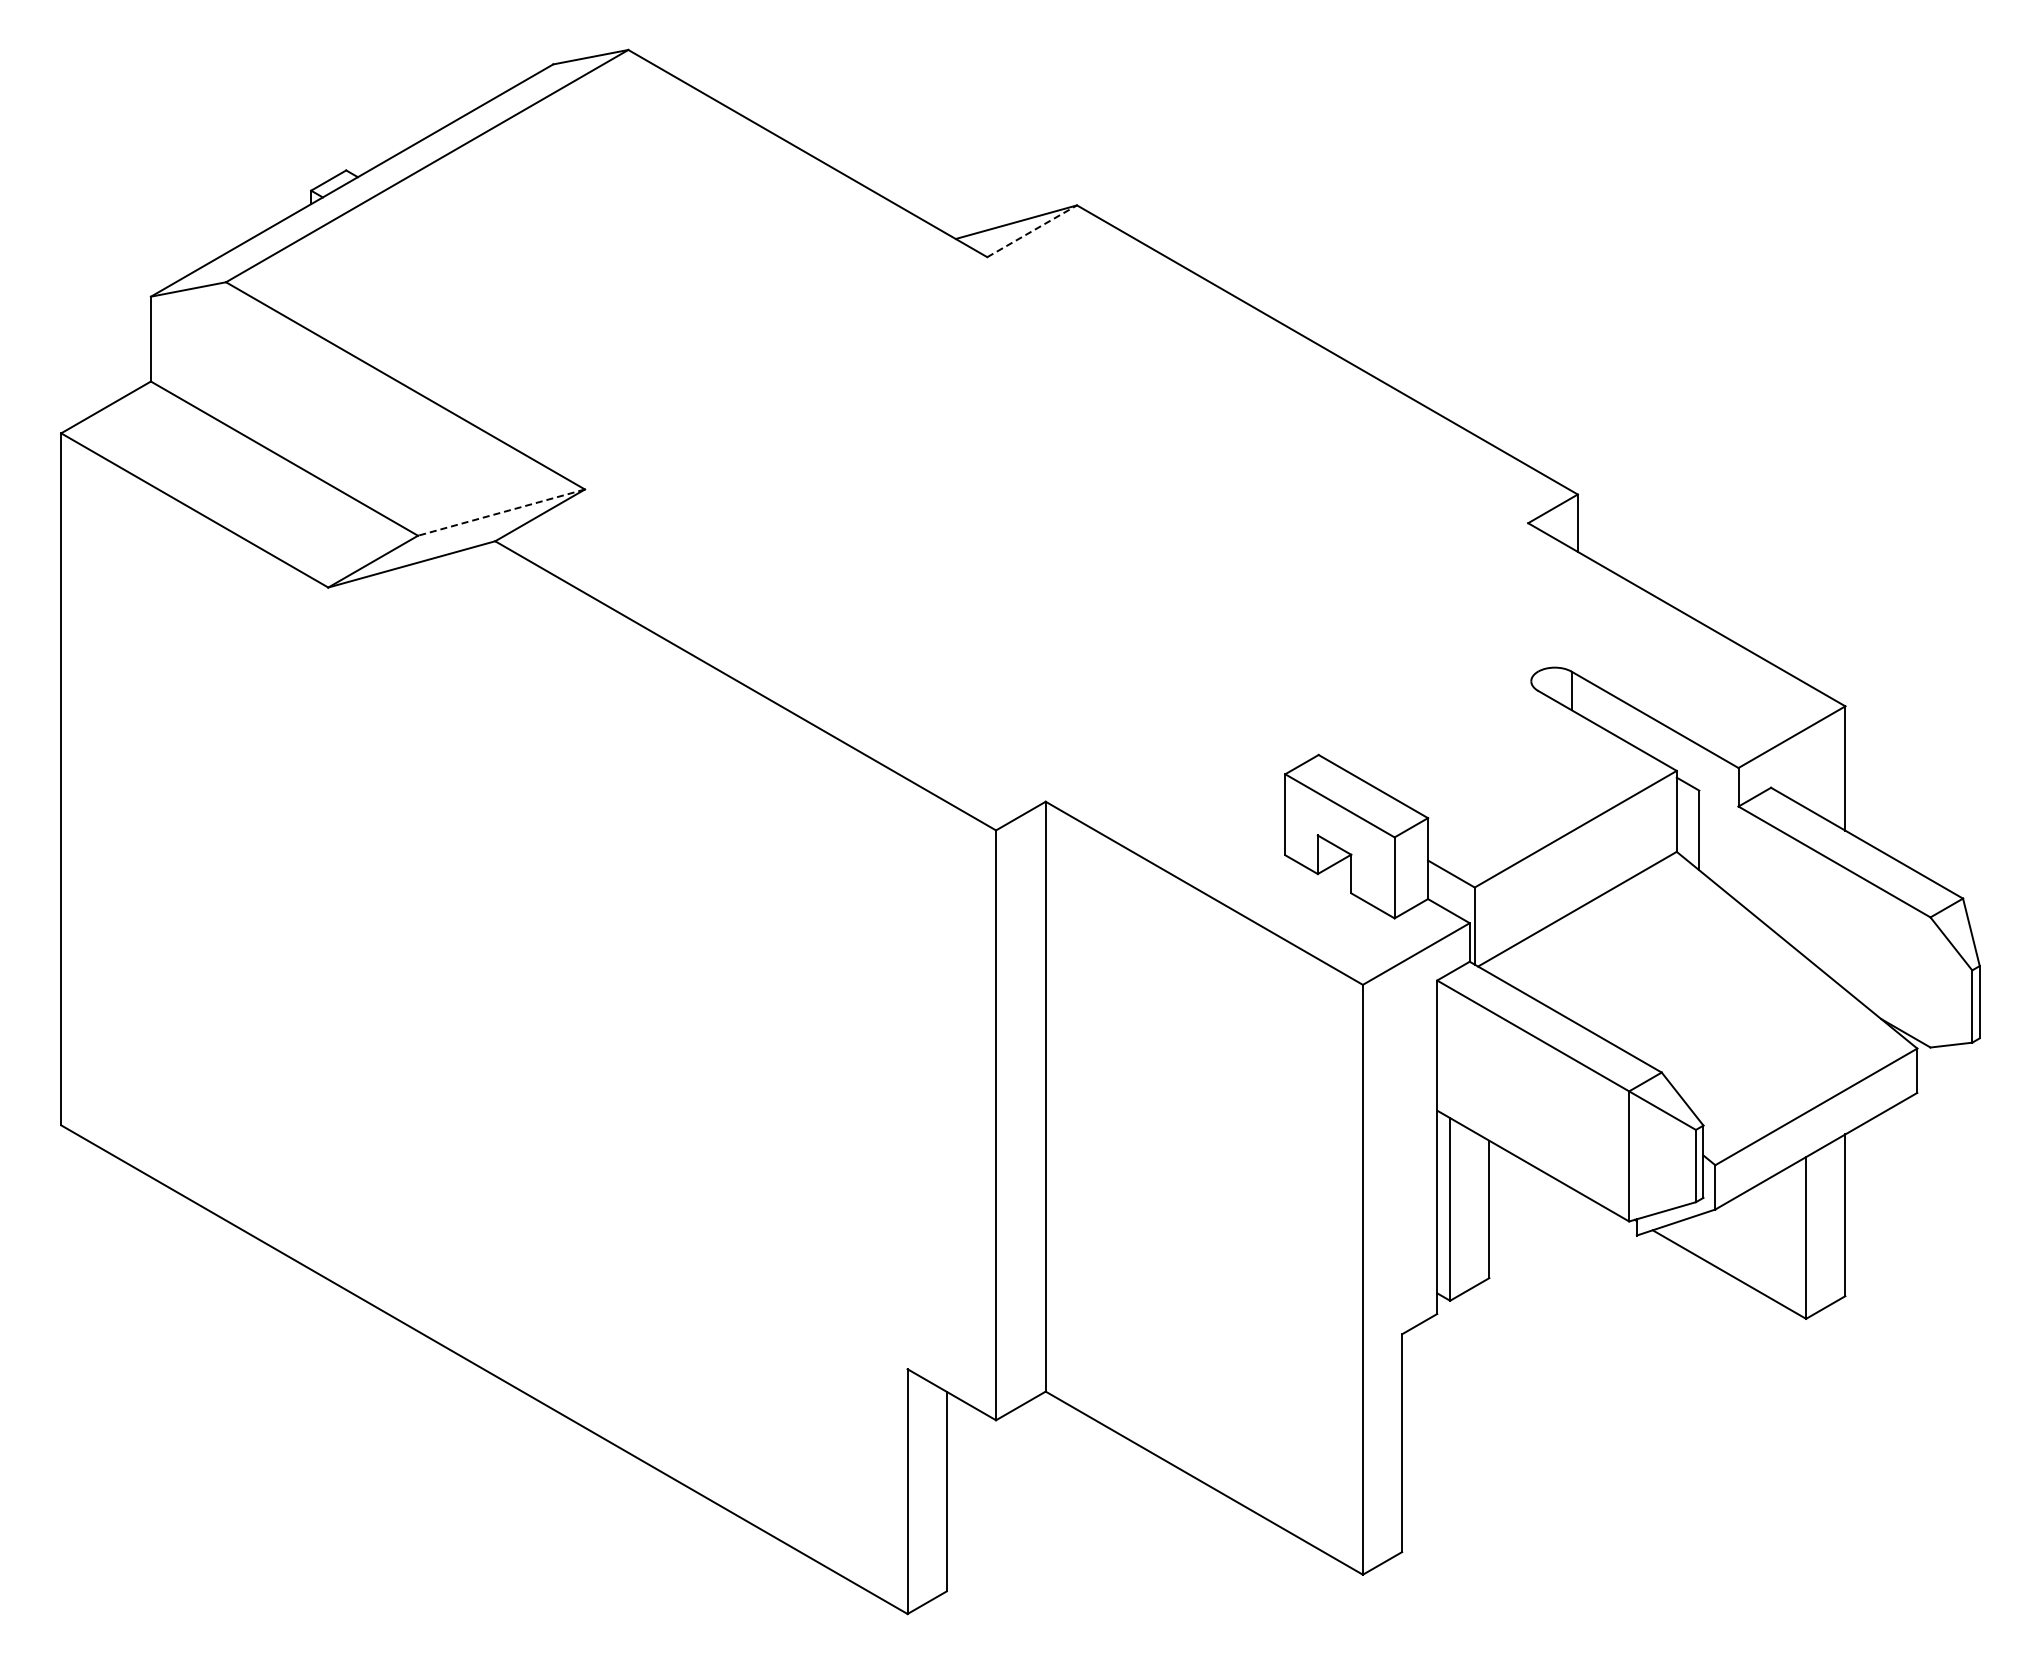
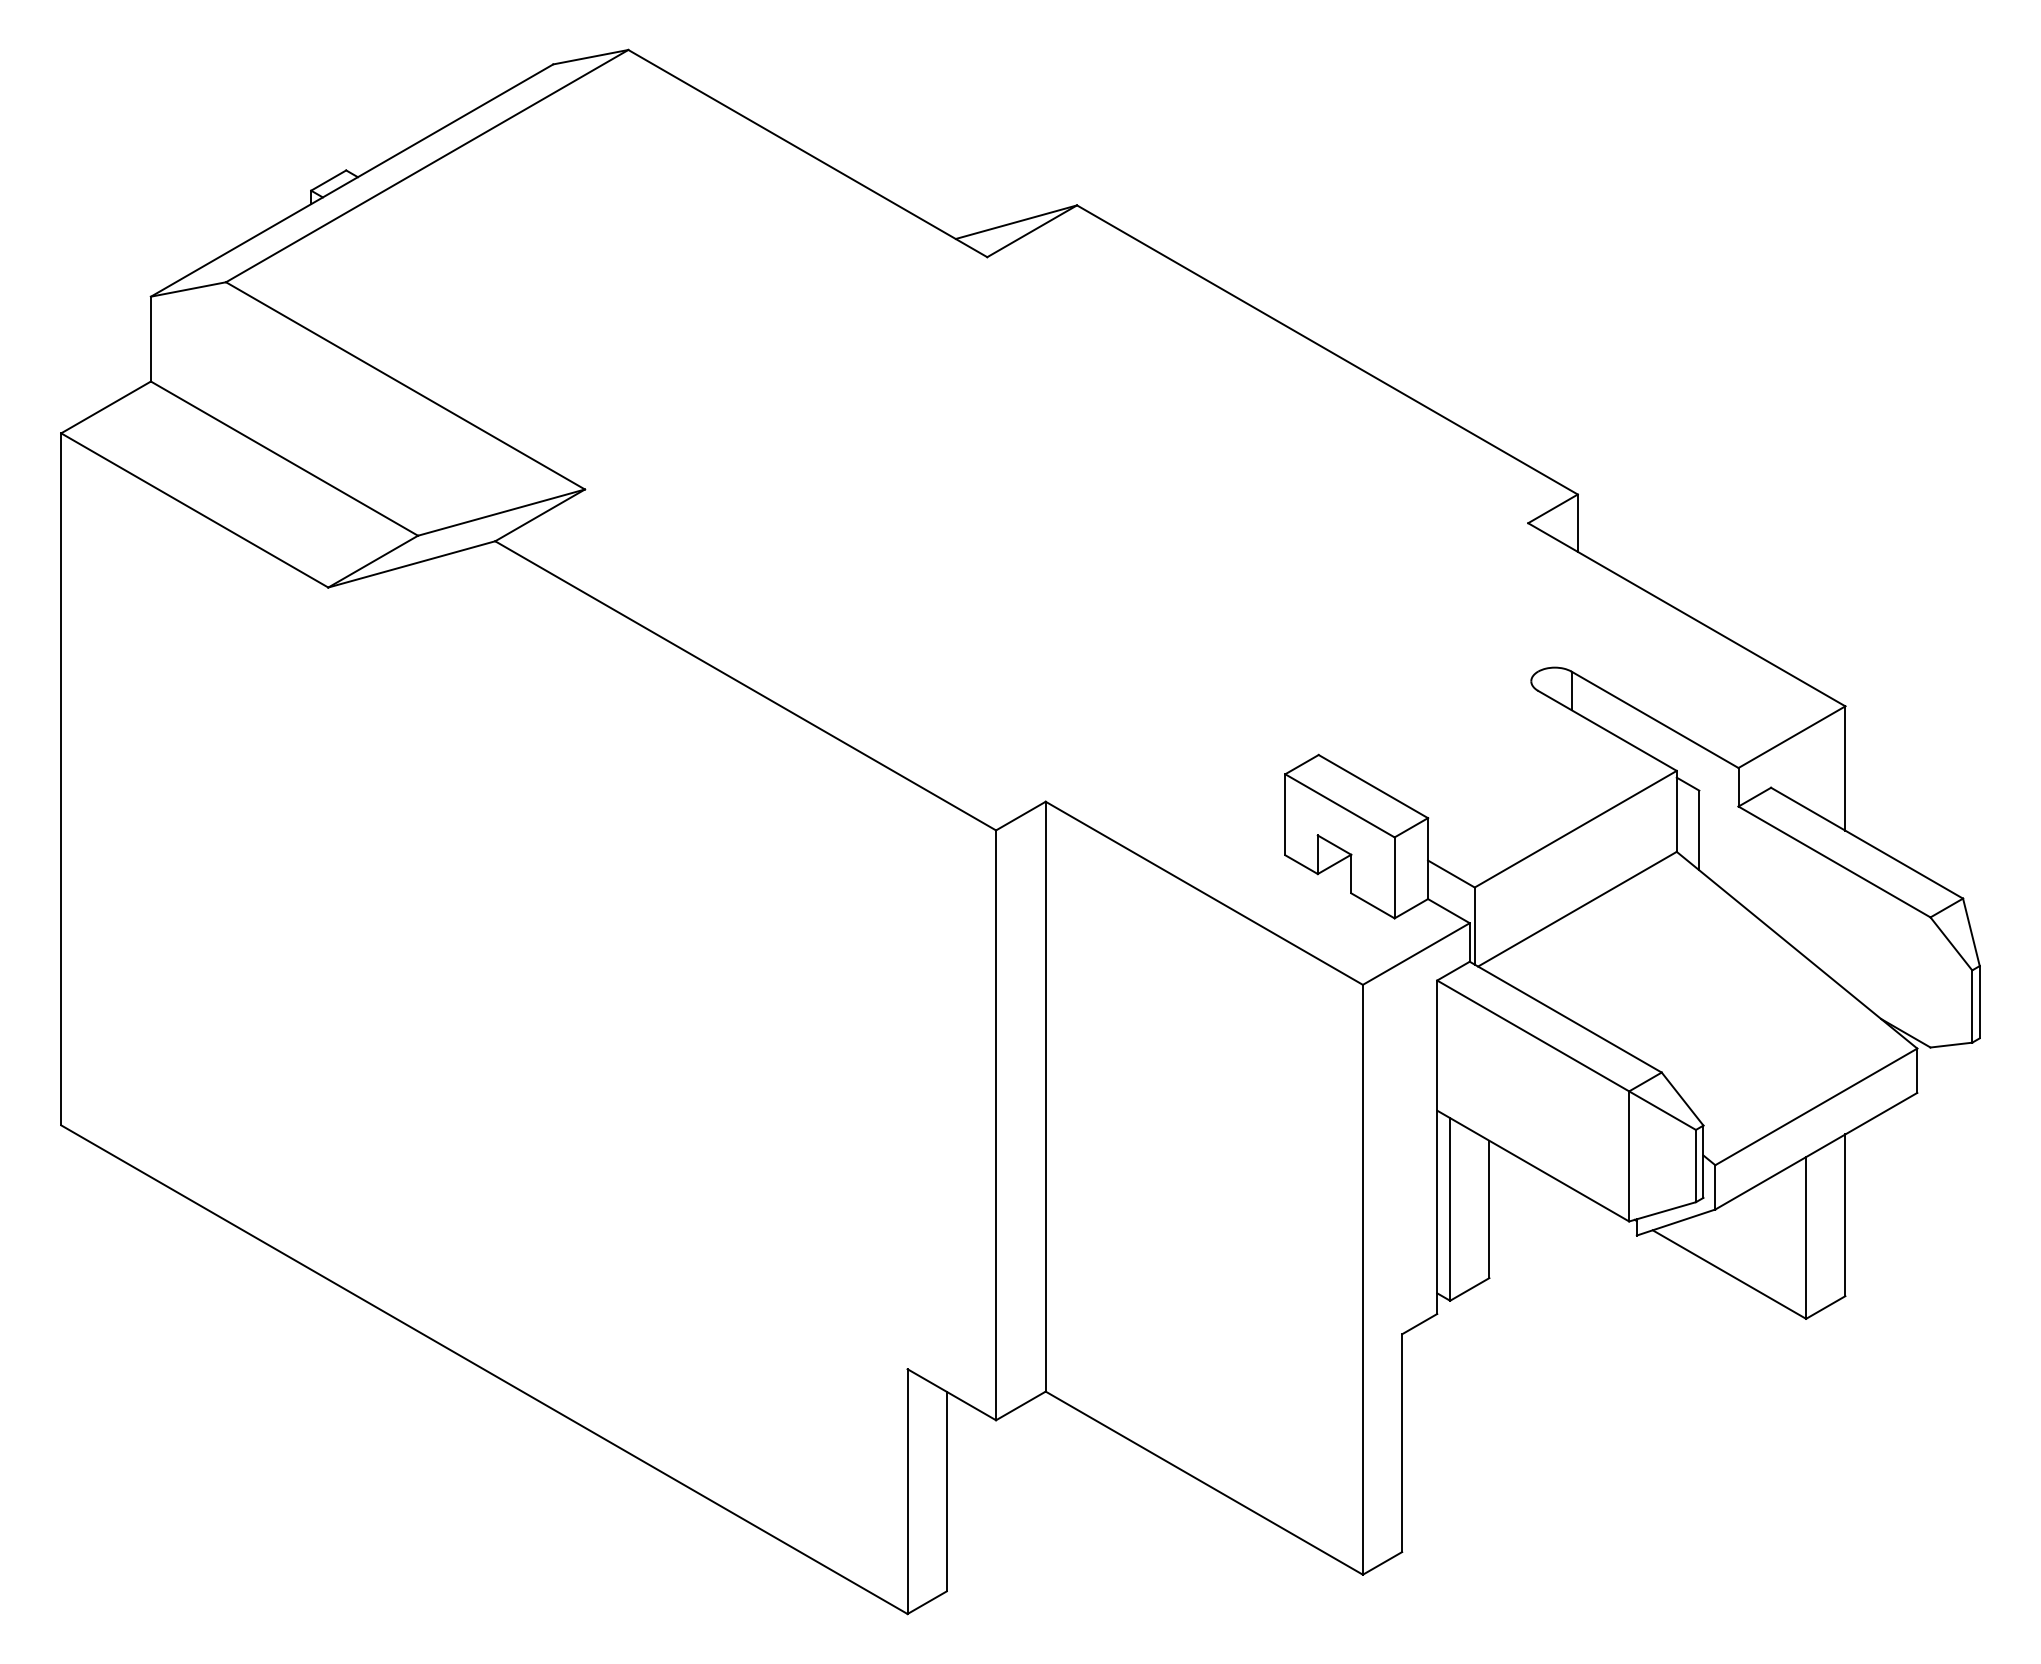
line at (1032, 231): dashed -> solid
line at (501, 512): dashed -> solid
